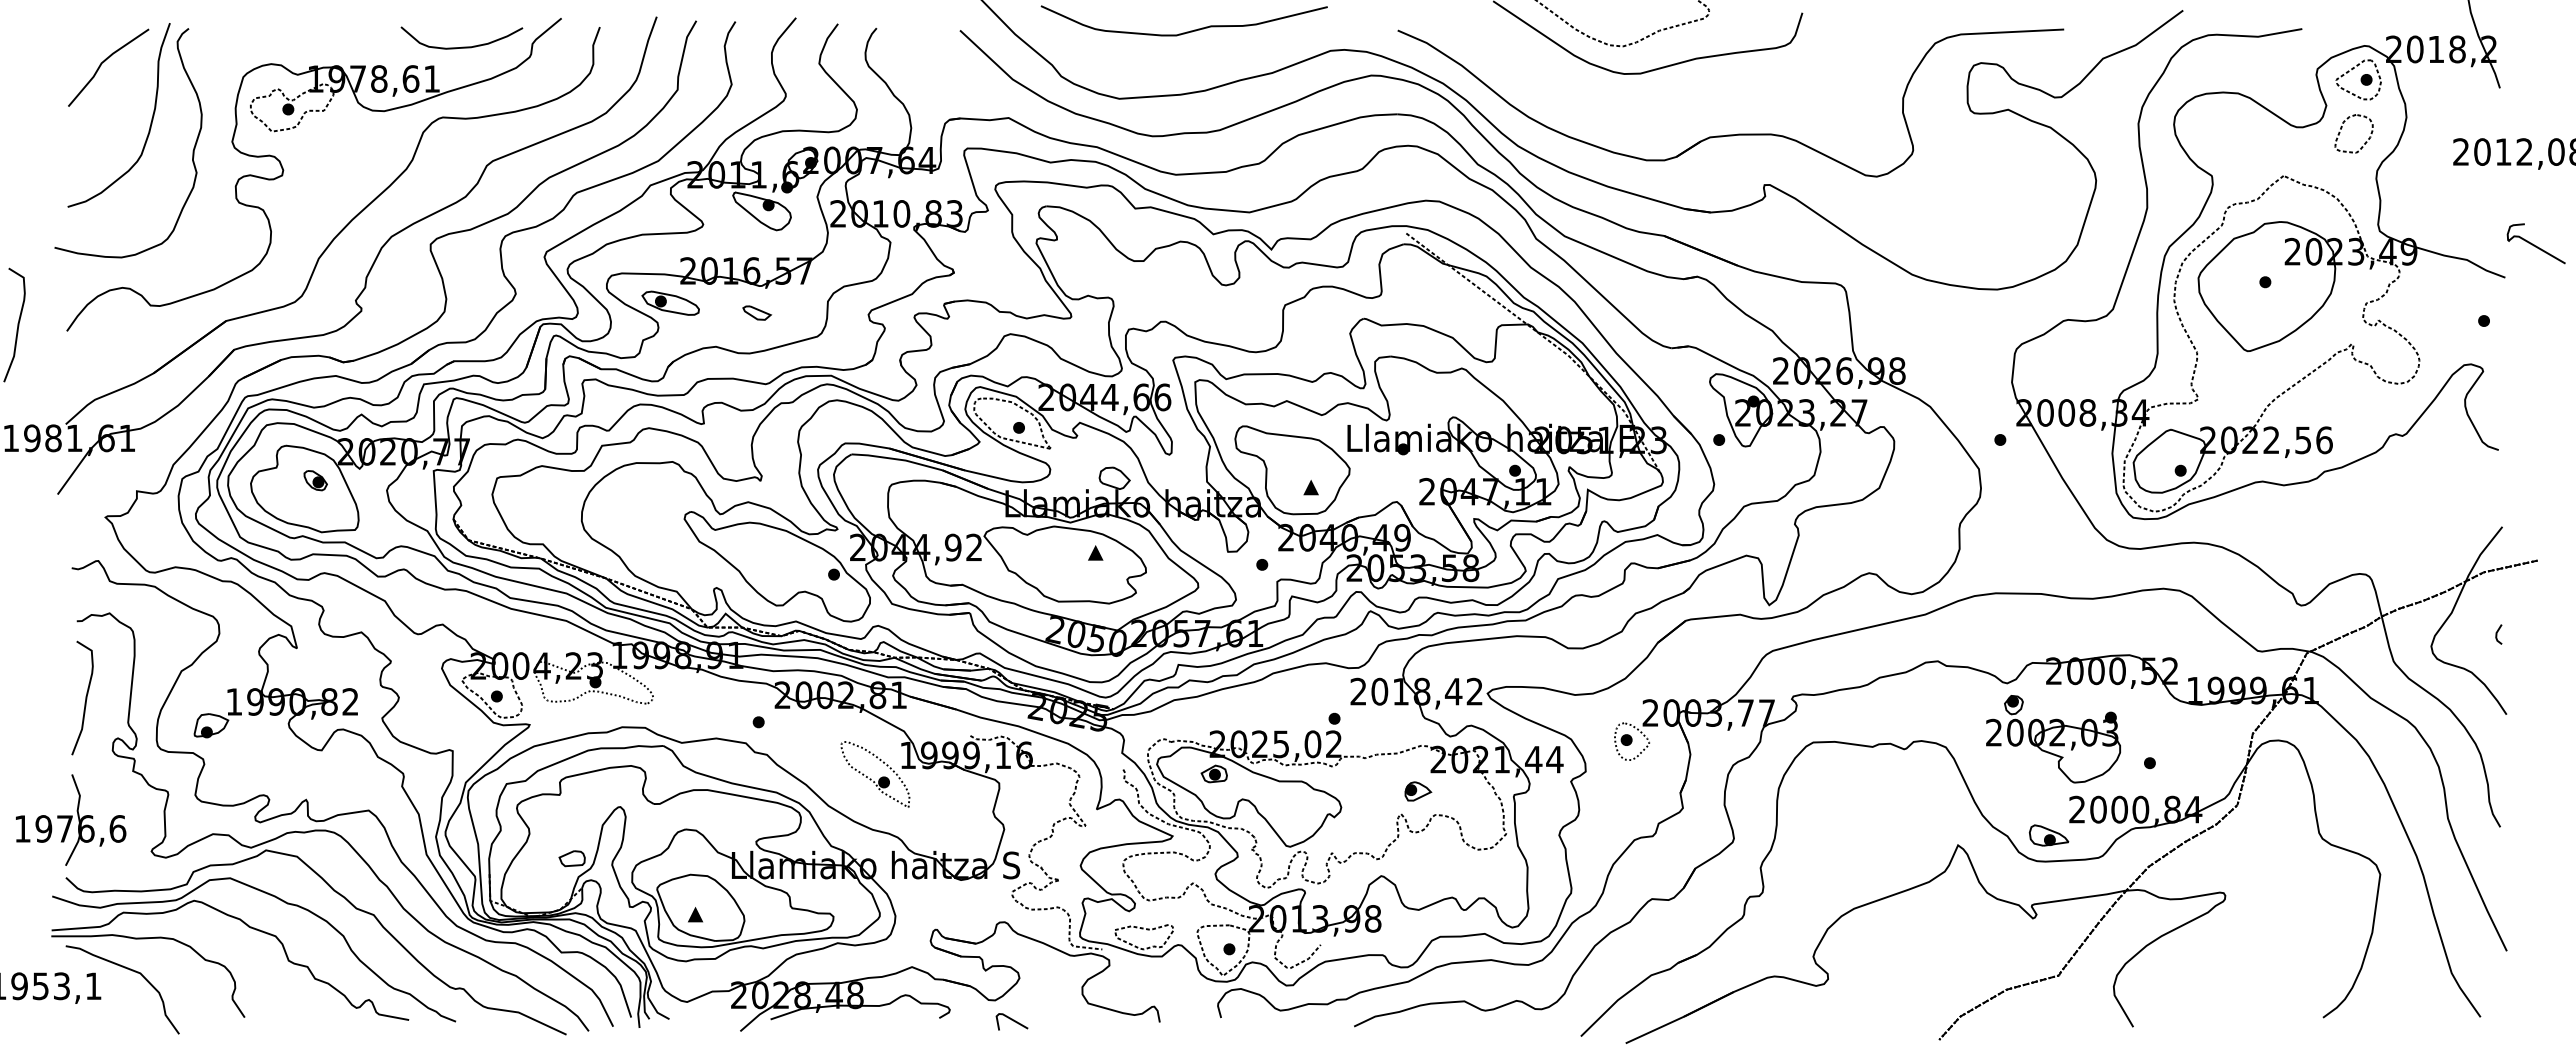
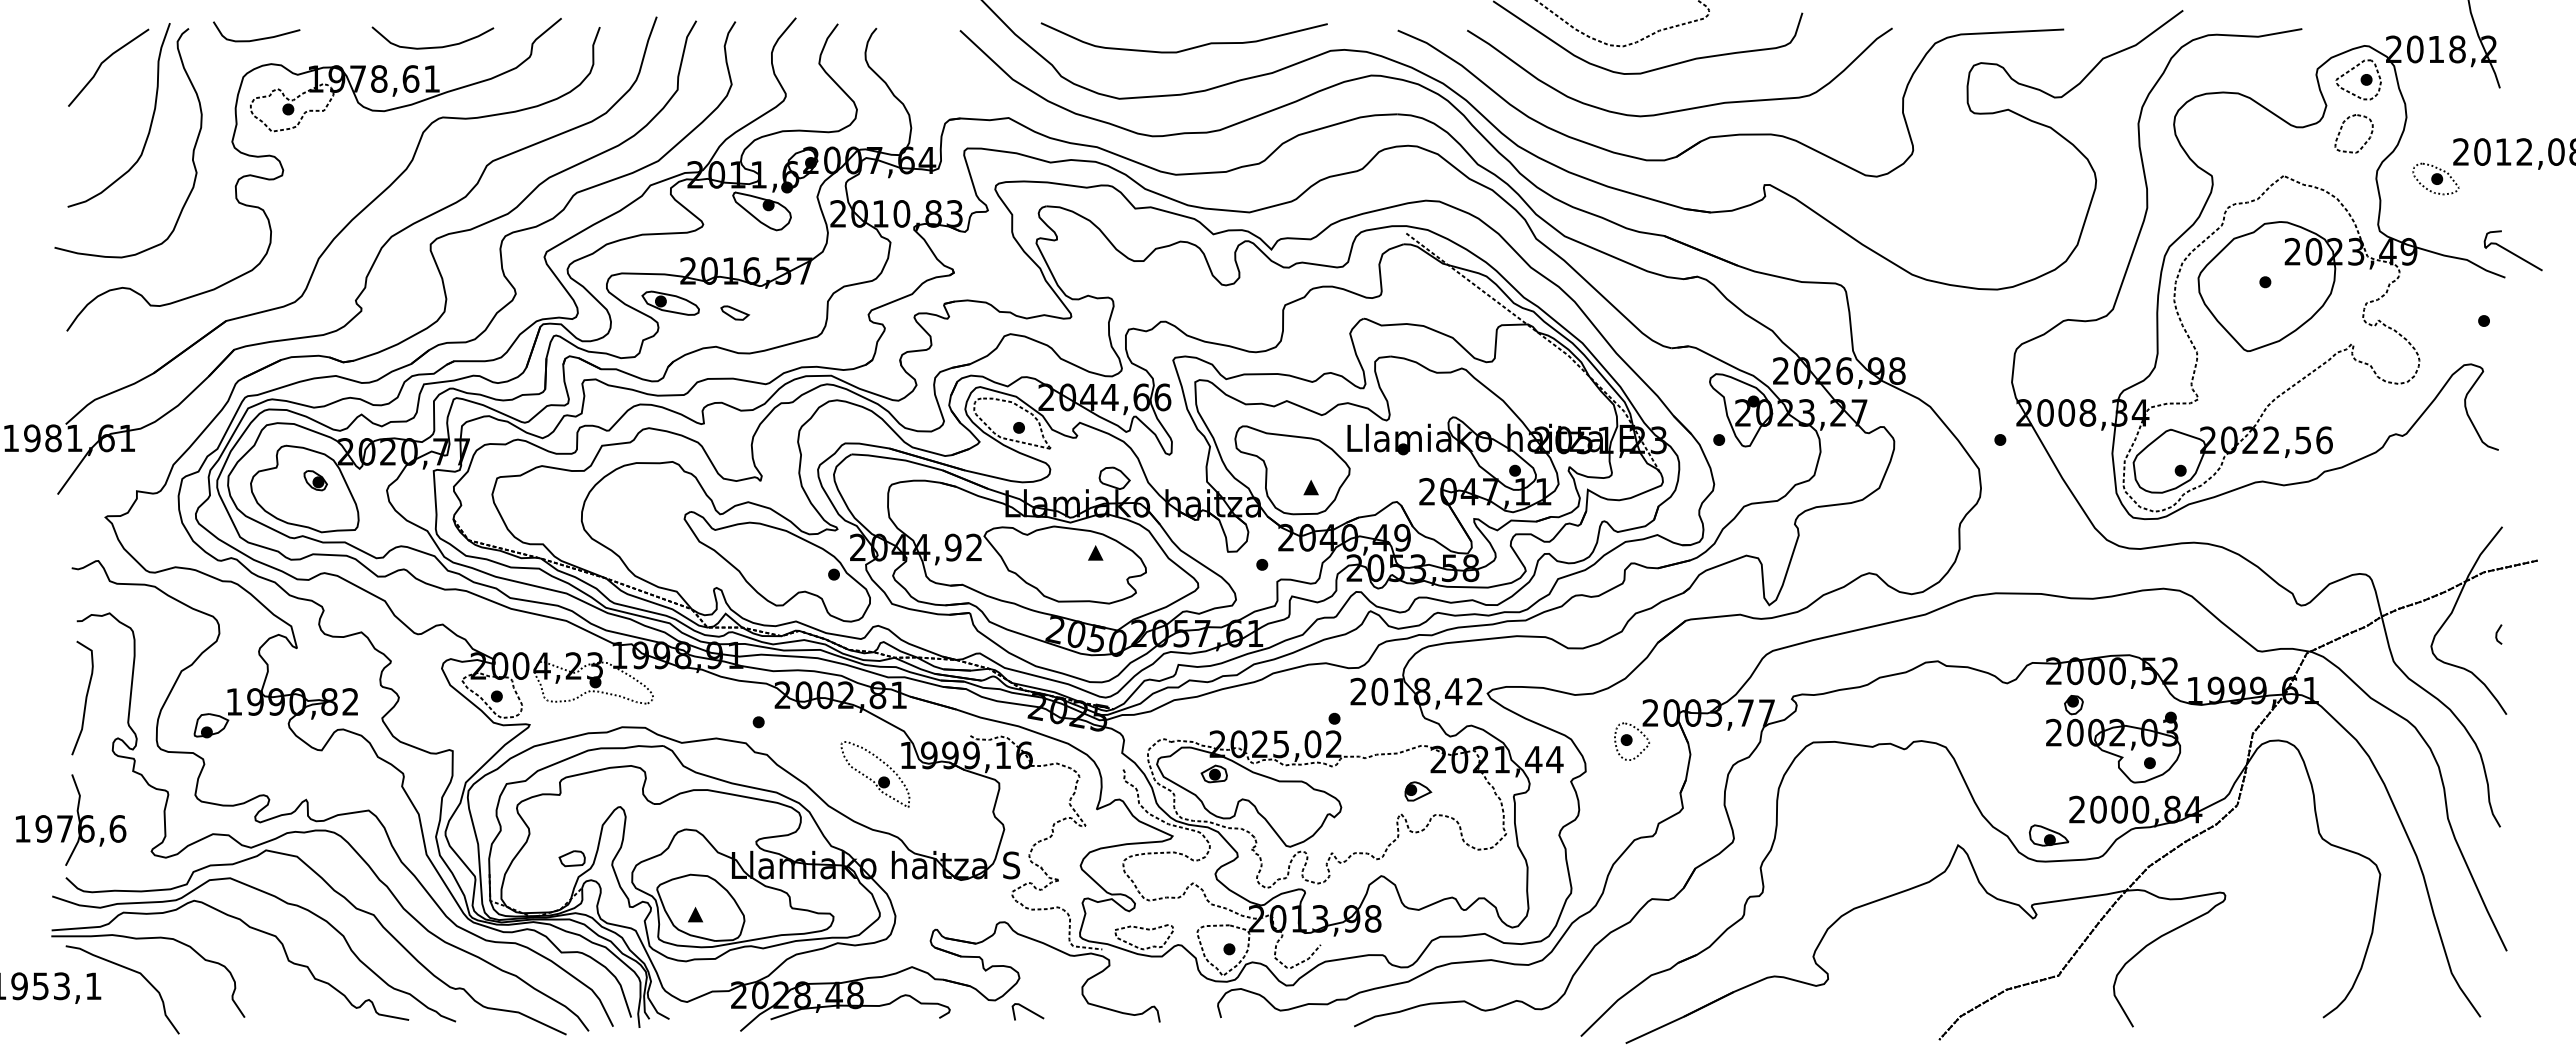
curve at (1186, 31) position: (1186, 31) -> (1186, 48)
curve at (257, 38): none -> present
curve at (462, 46) position: (462, 46) -> (433, 46)
curve at (1685, 108): none -> present
part at (2435, 178): none -> present
curve at (2534, 244) position: (2534, 244) -> (2511, 251)
part at (757, 312) position: (757, 312) -> (735, 312)
curve at (17, 324): present -> none
part at (2053, 739) position: (2053, 739) -> (2113, 739)
line at (1011, 1020) position: (1011, 1020) -> (1027, 1010)
